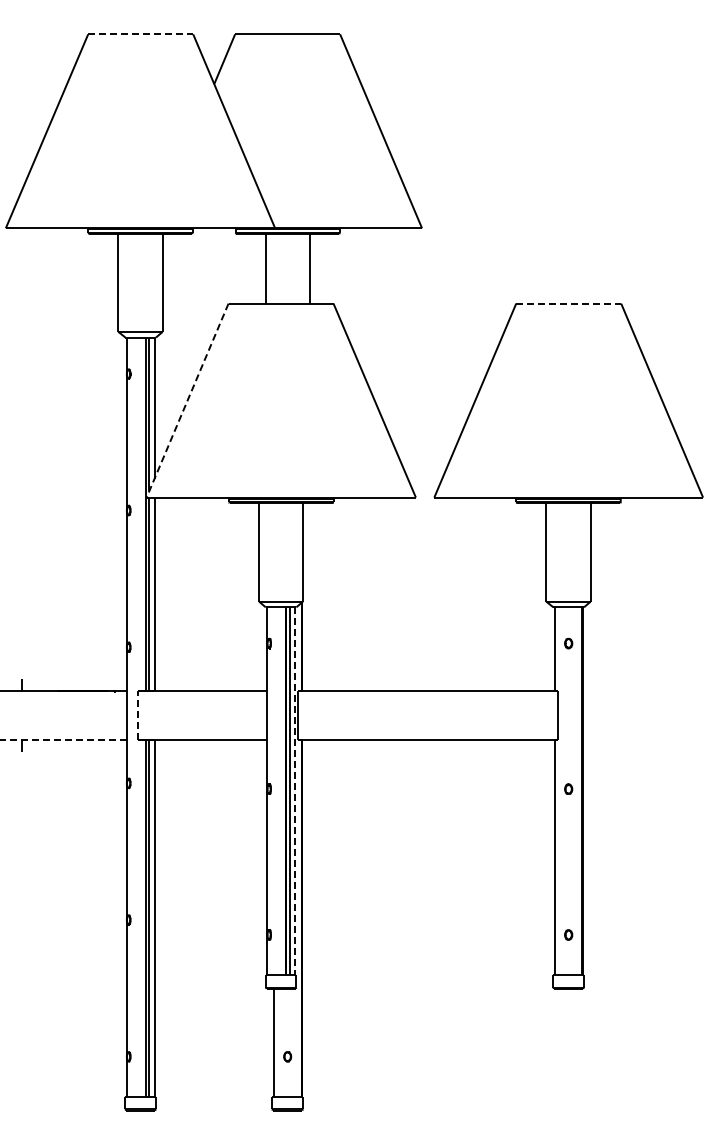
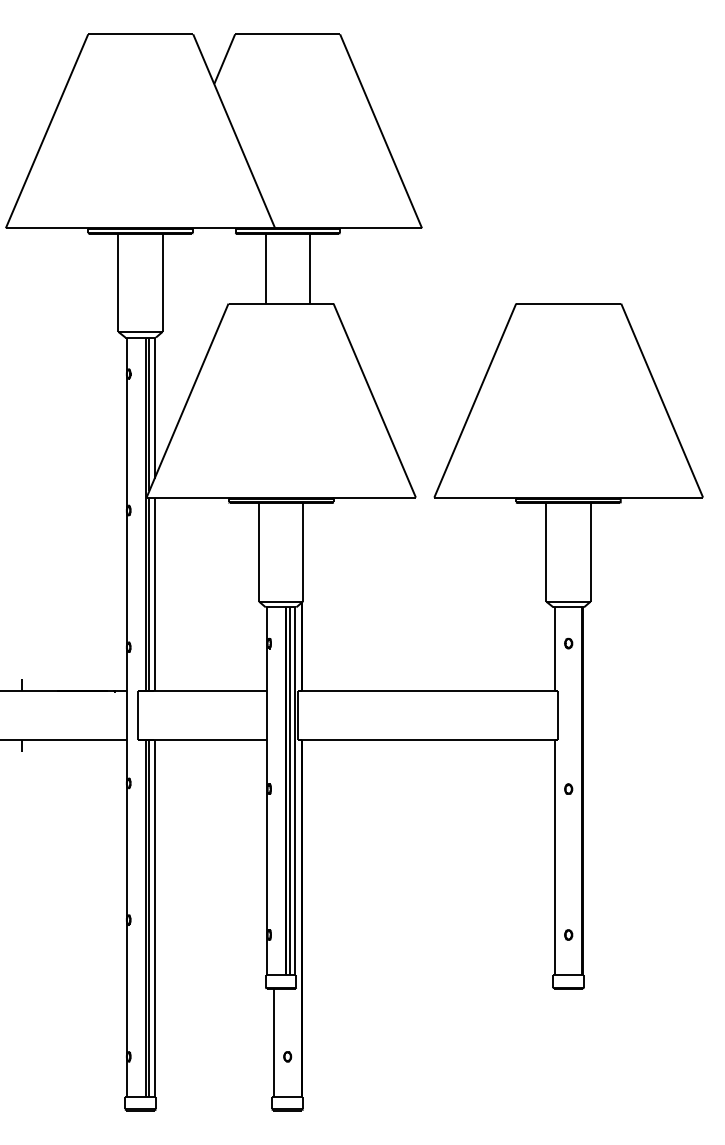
line at (140, 34): dashed -> solid
line at (569, 303): dashed -> solid
line at (187, 401): dashed -> solid
line at (138, 715): dashed -> solid
line at (64, 739): dashed -> solid
line at (294, 791): dashed -> solid
